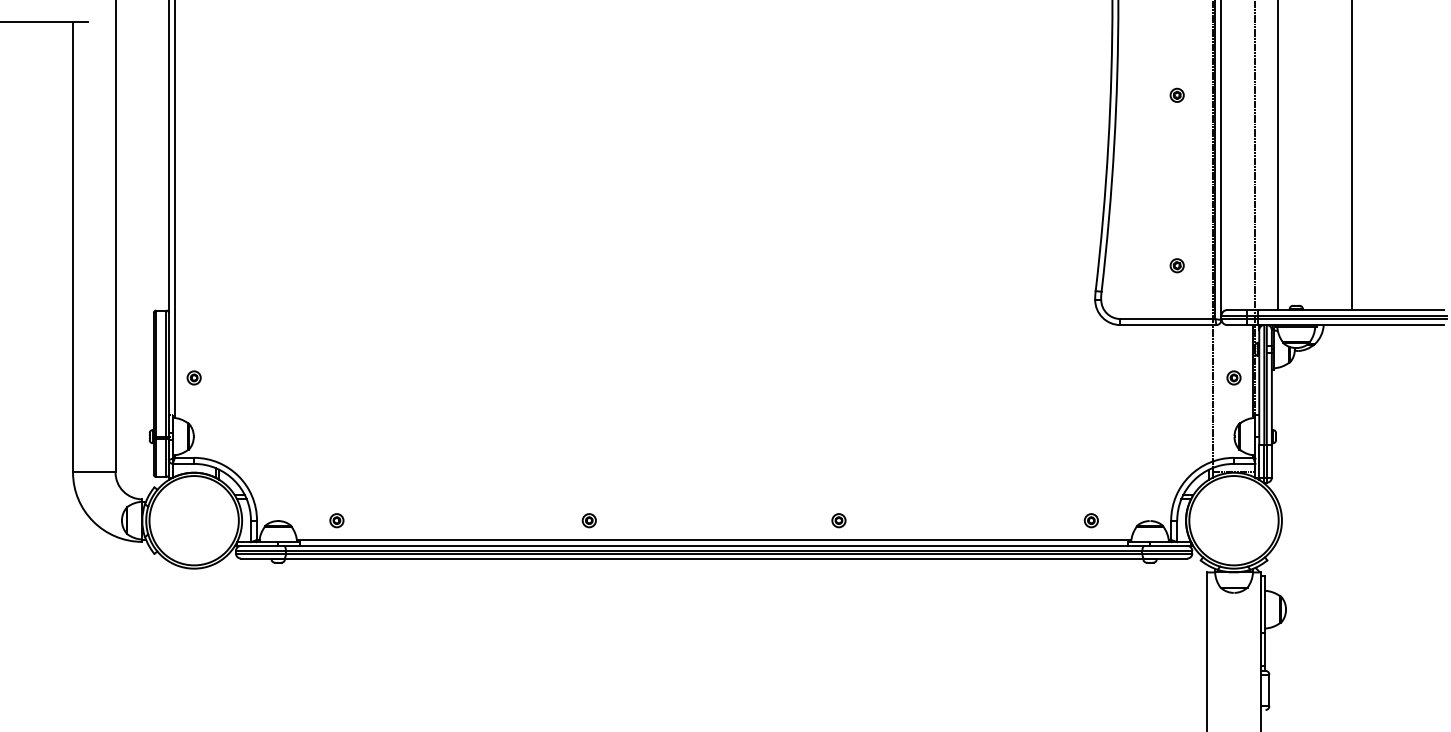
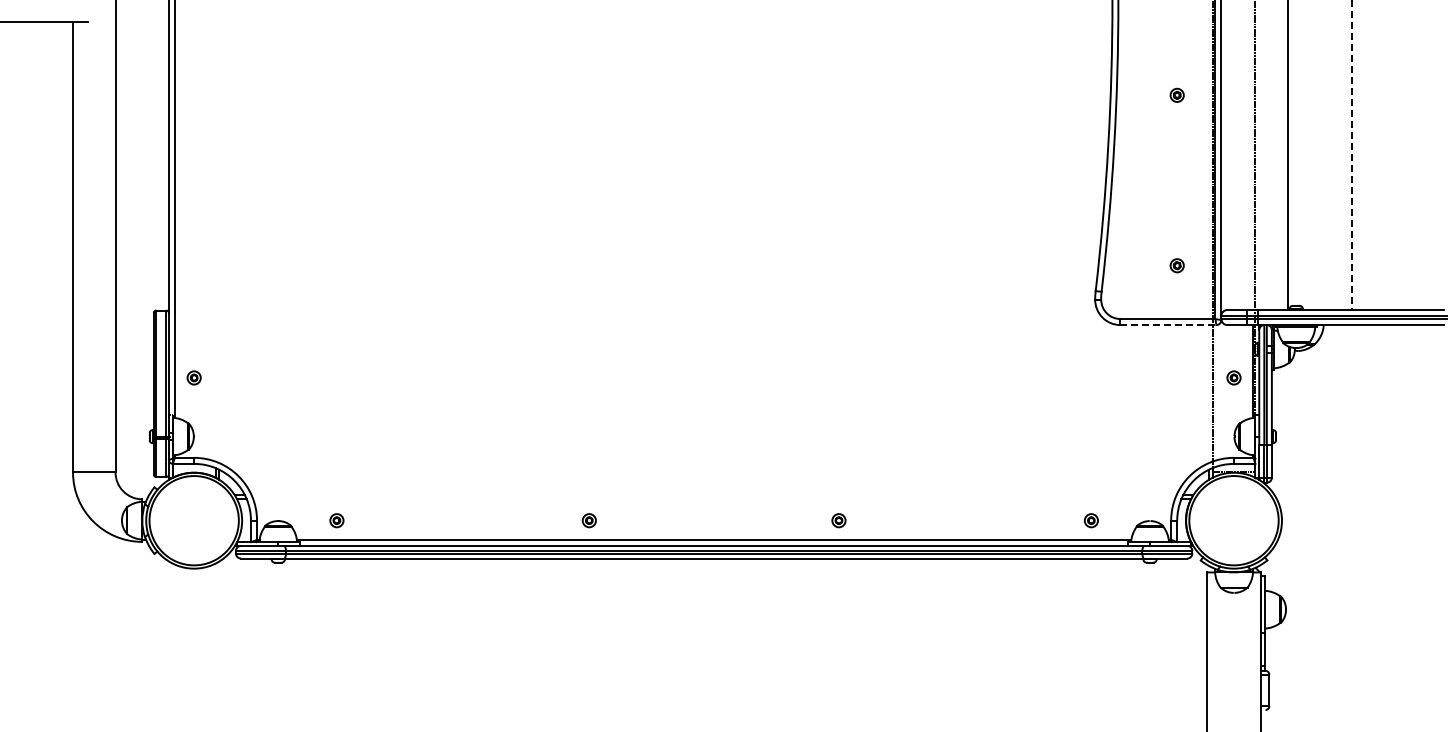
line at (1277, 155) position: (1277, 155) -> (1287, 155)
line at (1351, 155): solid -> dashed
line at (1168, 325): solid -> dashed
